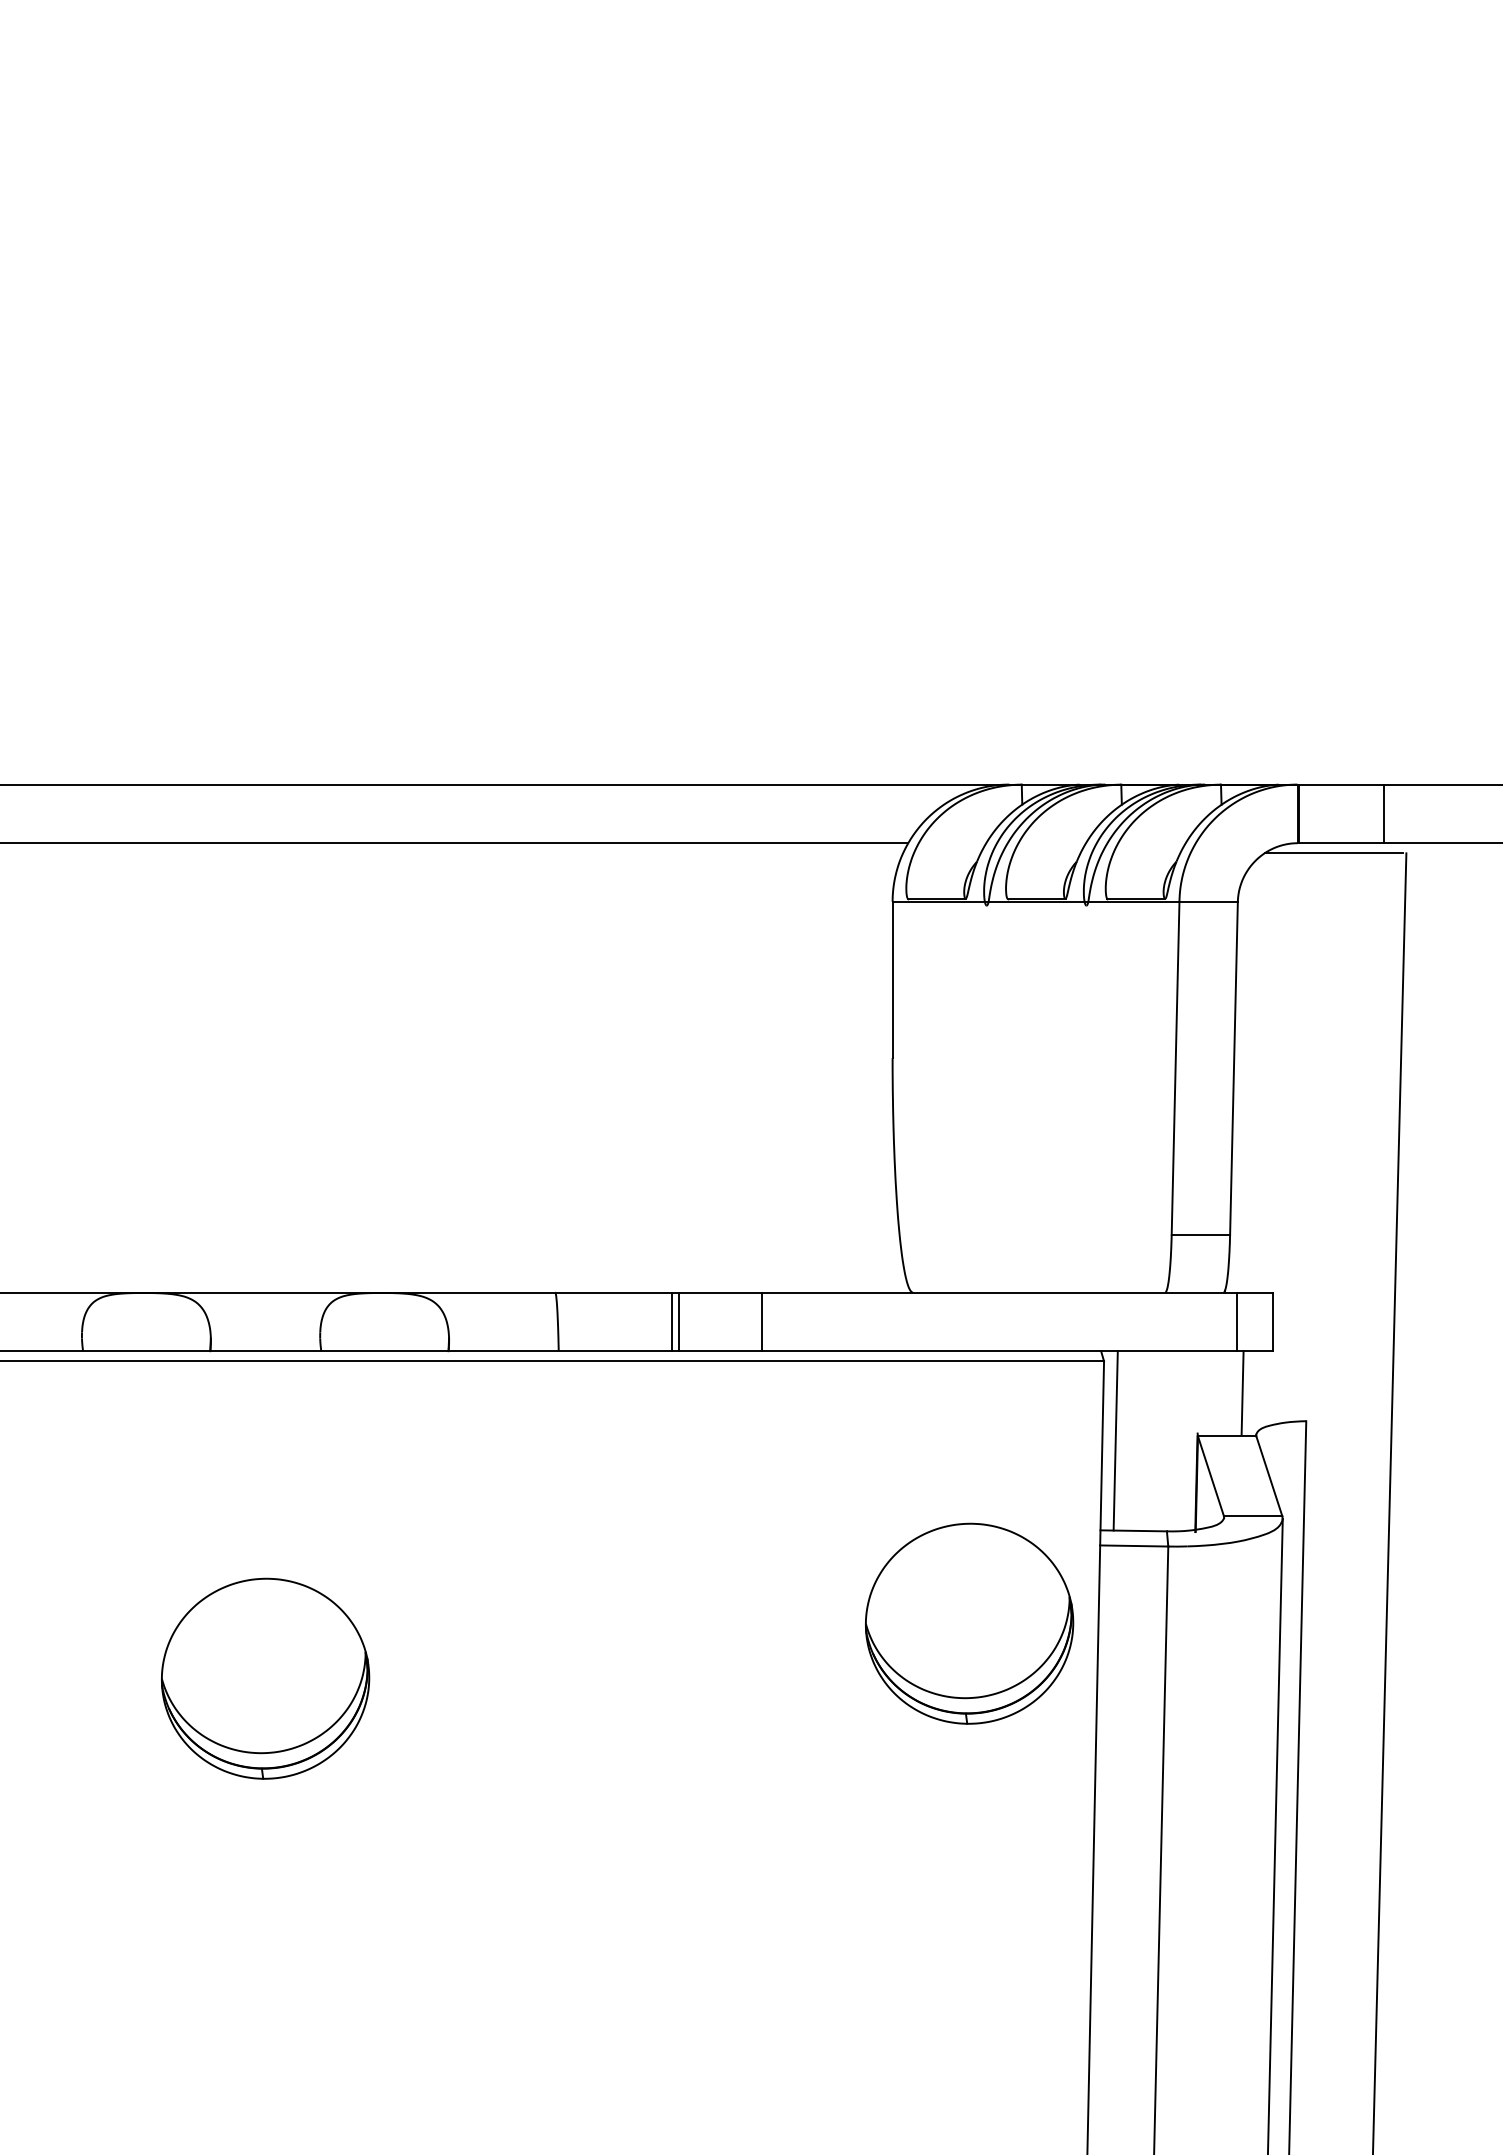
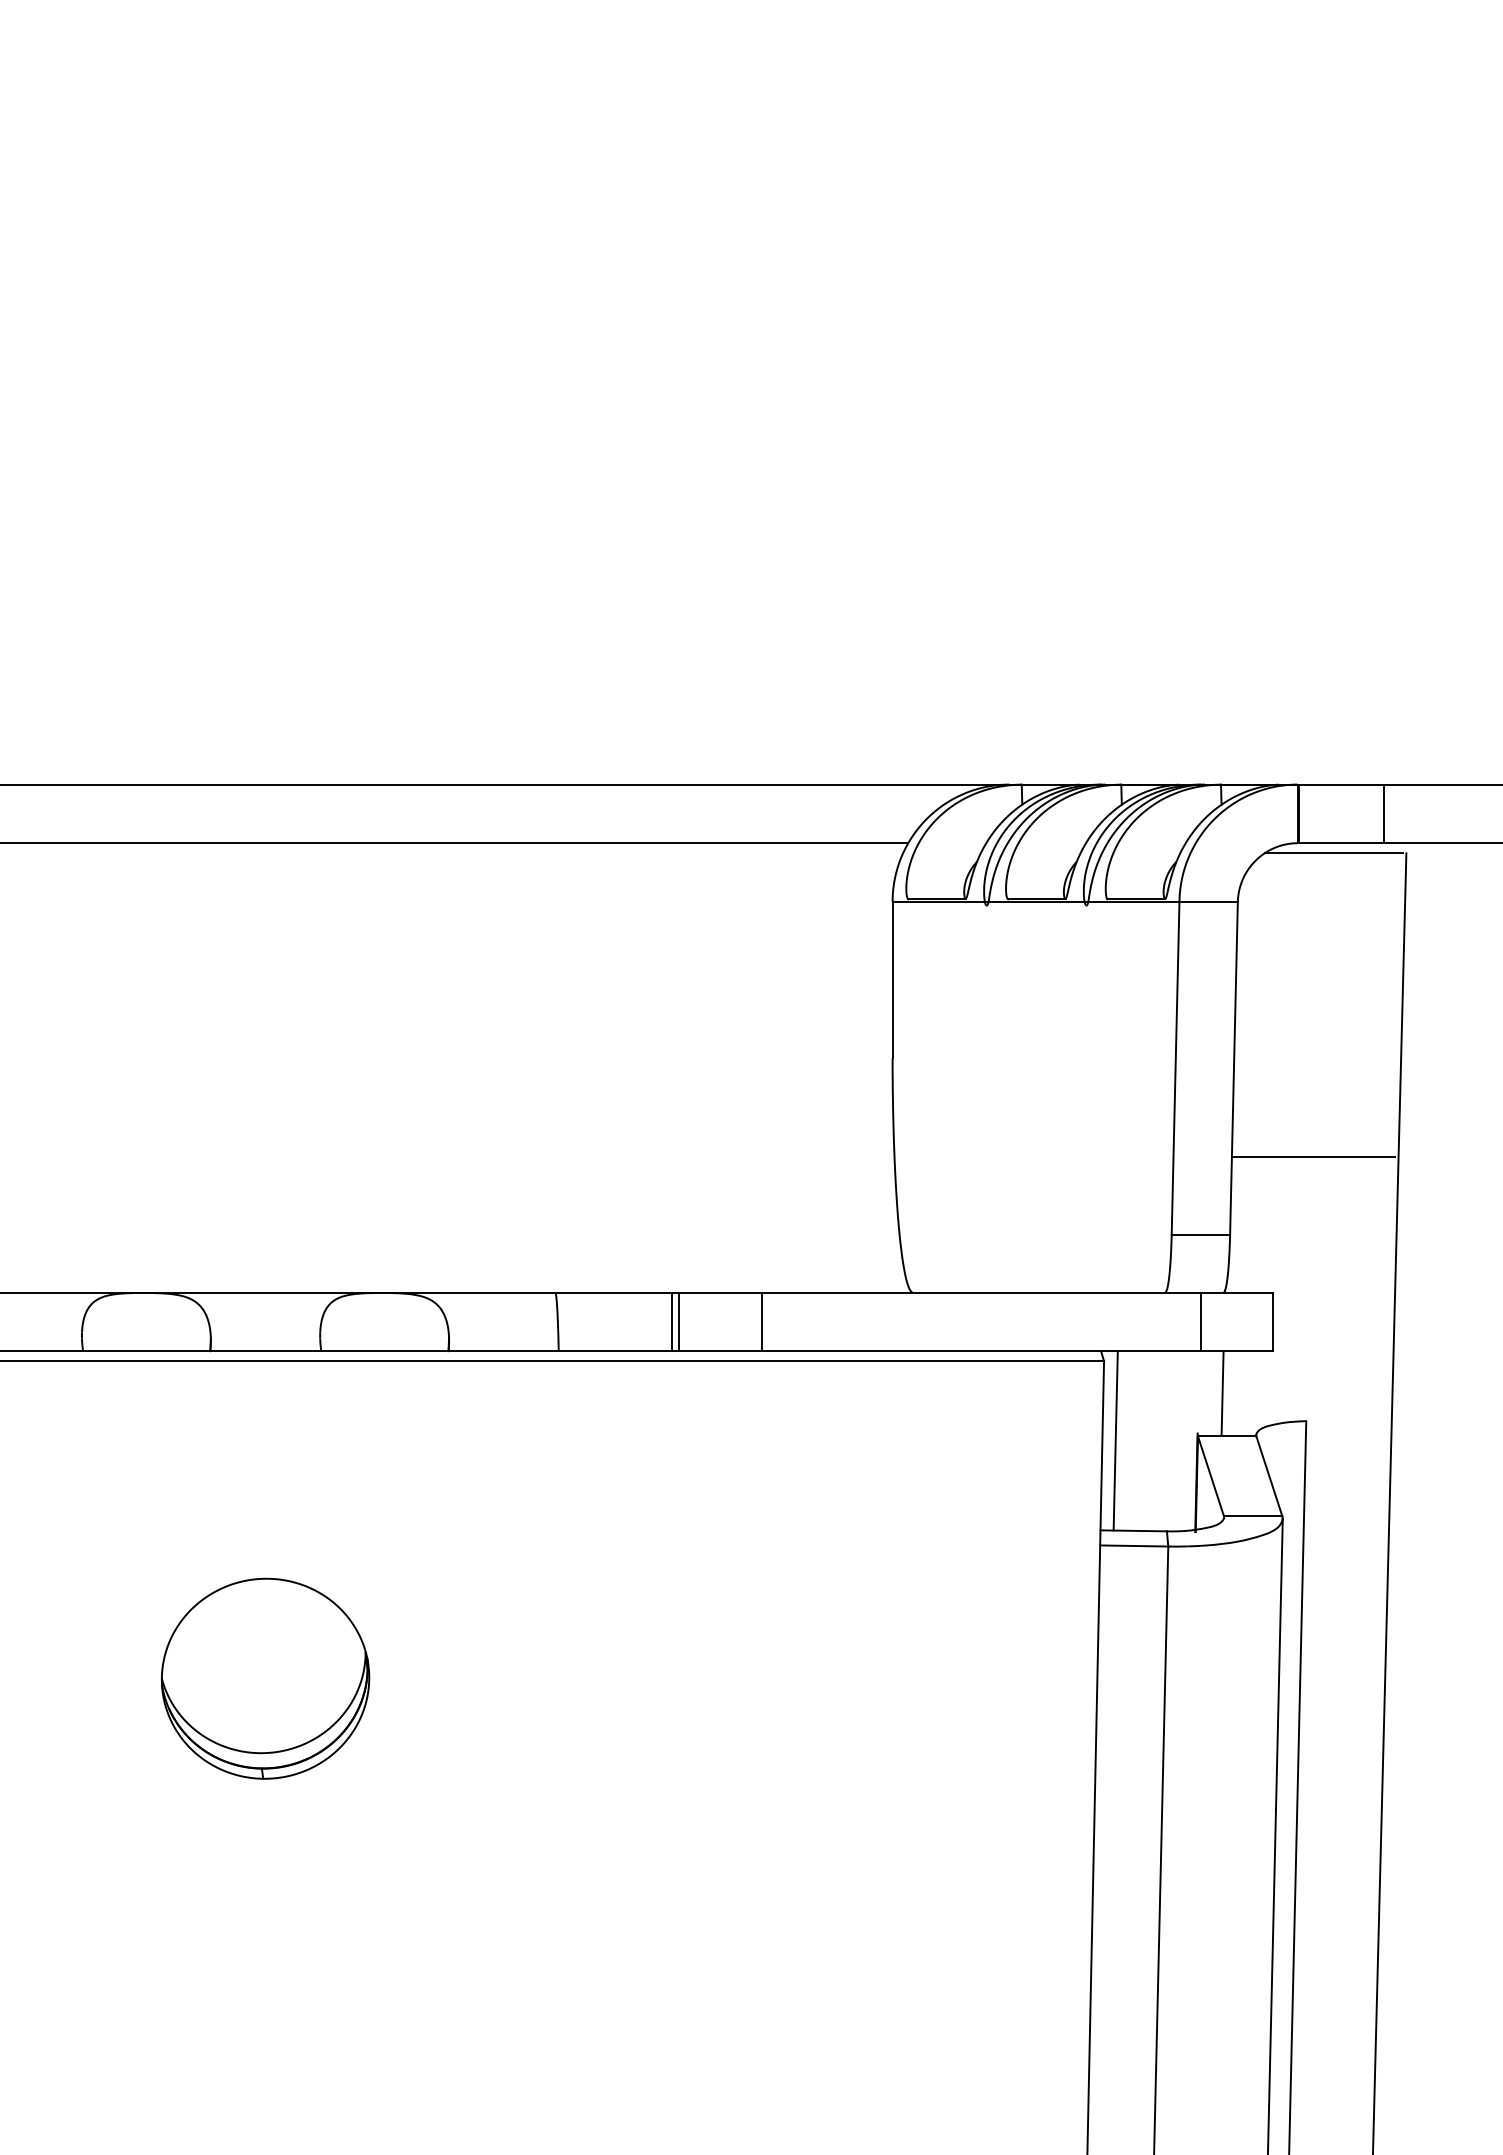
line at (1312, 1156): none -> present
line at (1237, 1321) position: (1237, 1321) -> (1201, 1321)
line at (1242, 1392) position: (1242, 1392) -> (1222, 1392)
part at (969, 1623): present -> none
